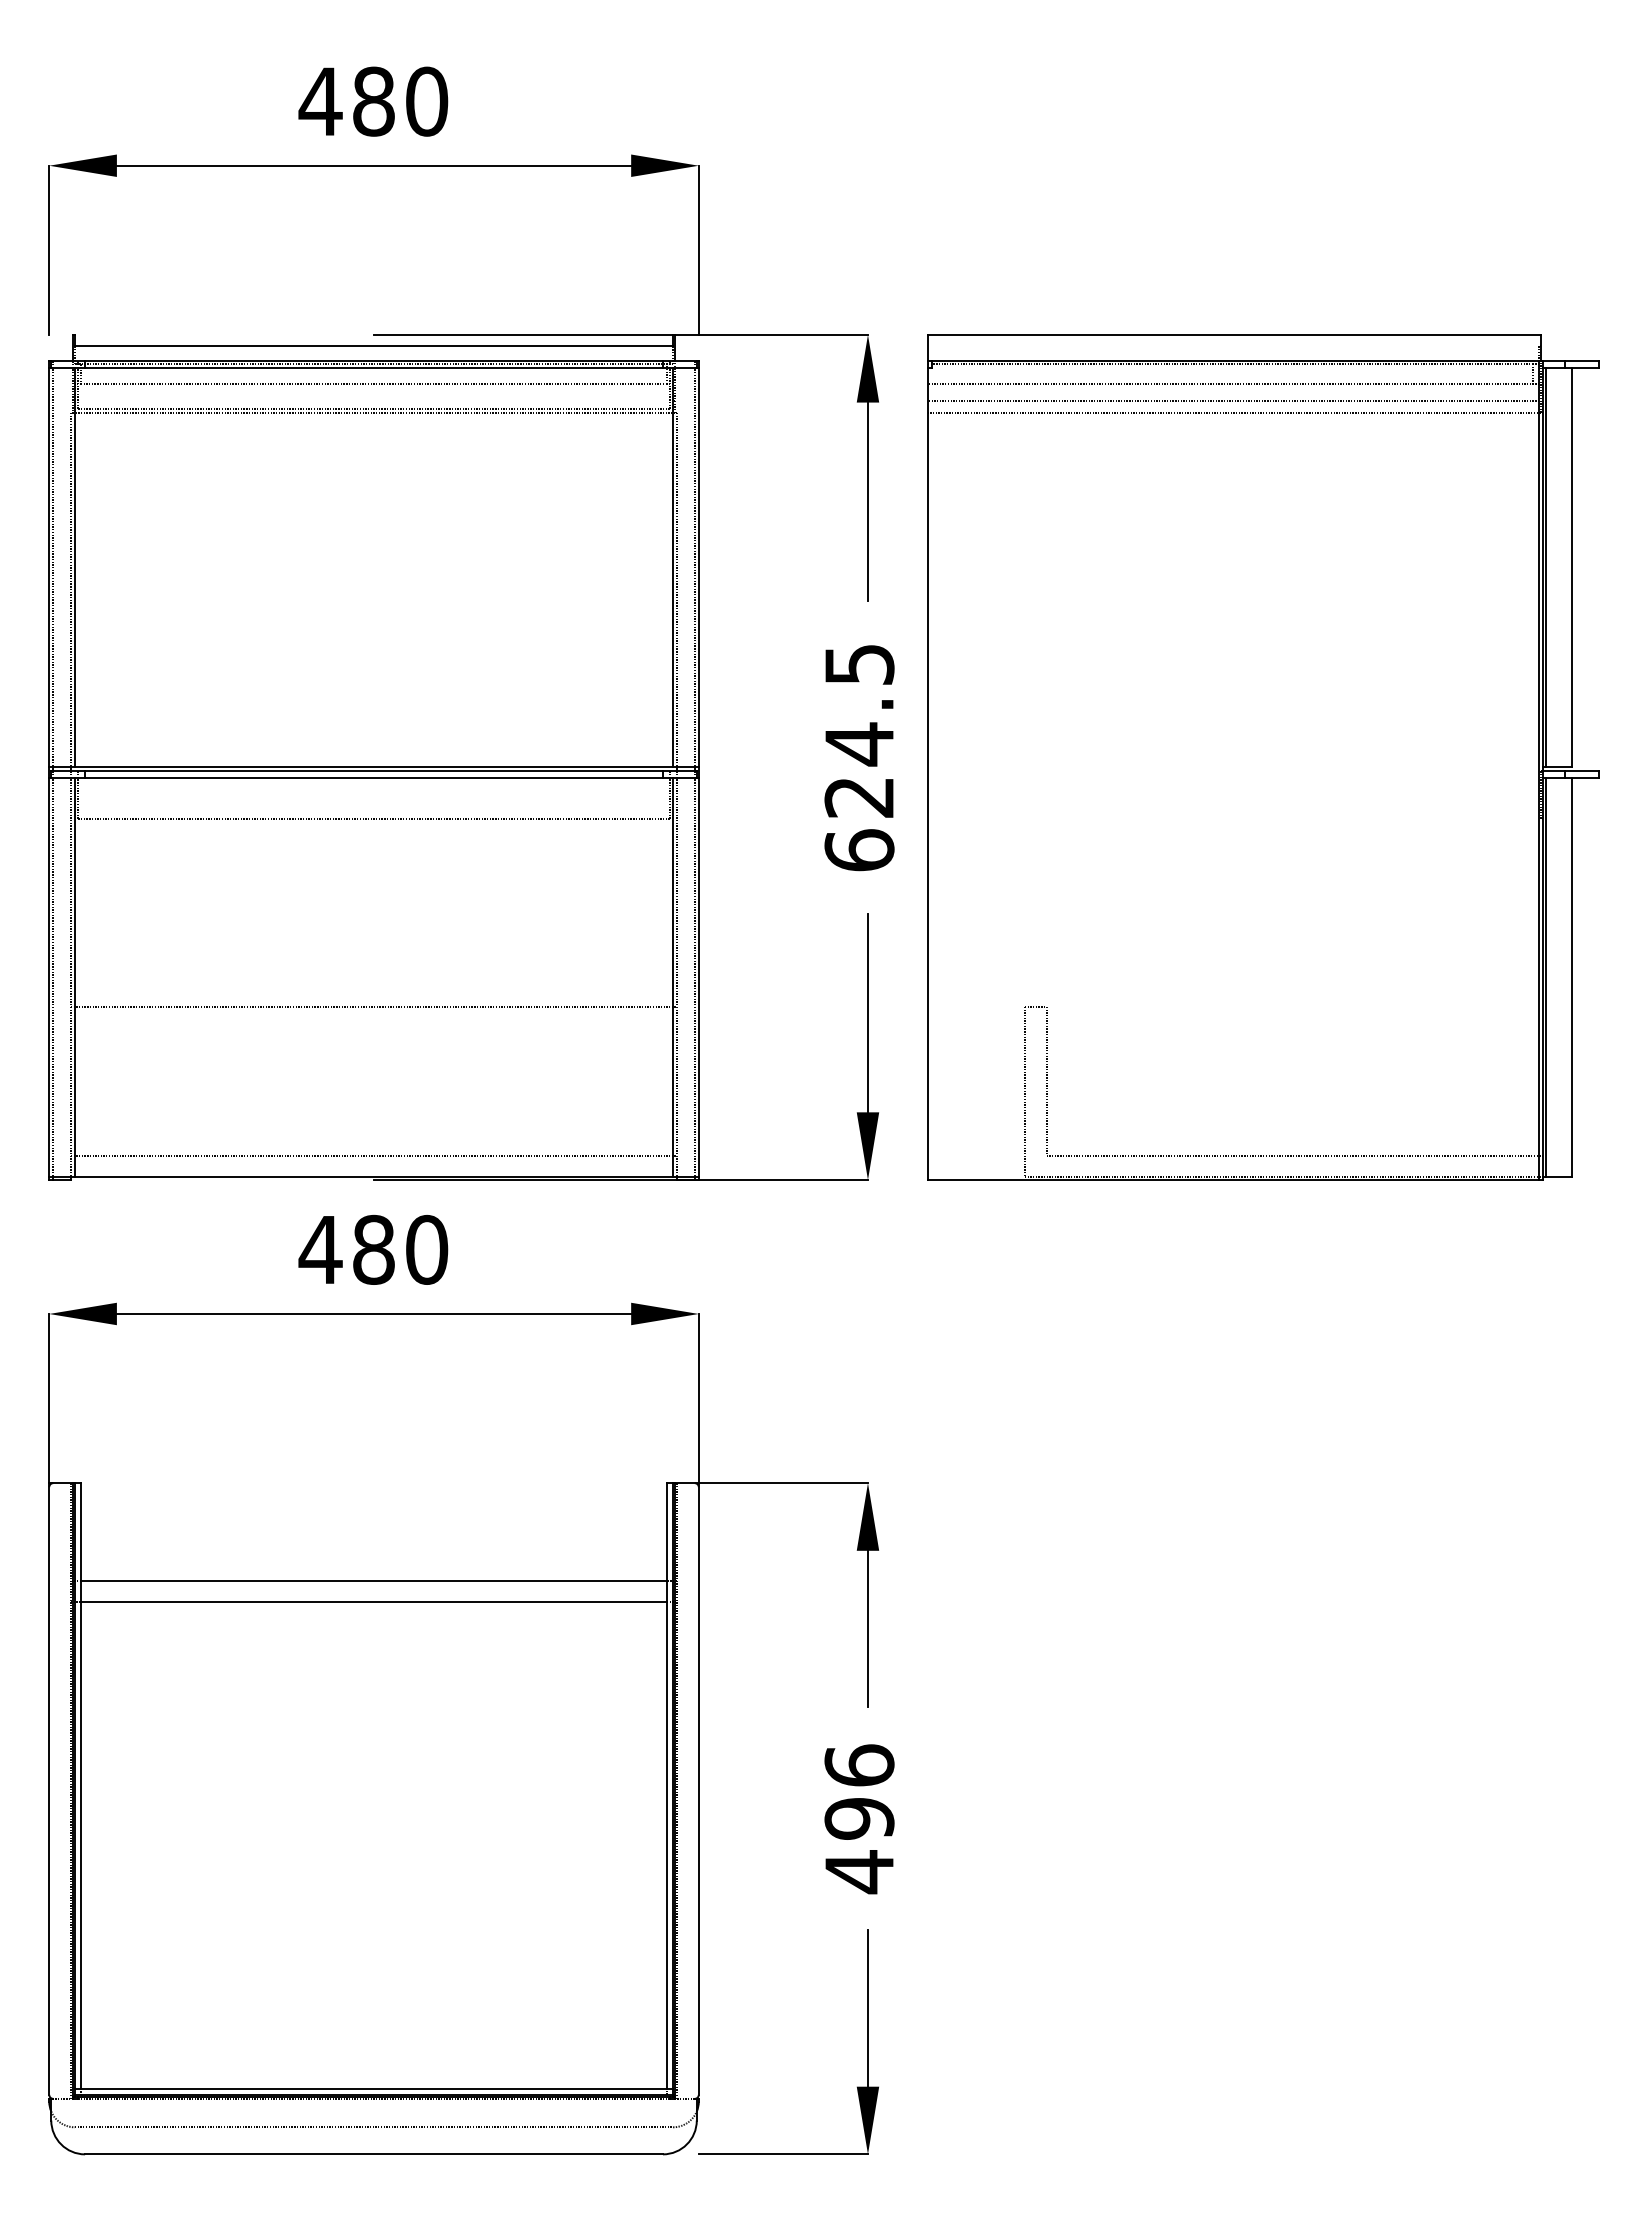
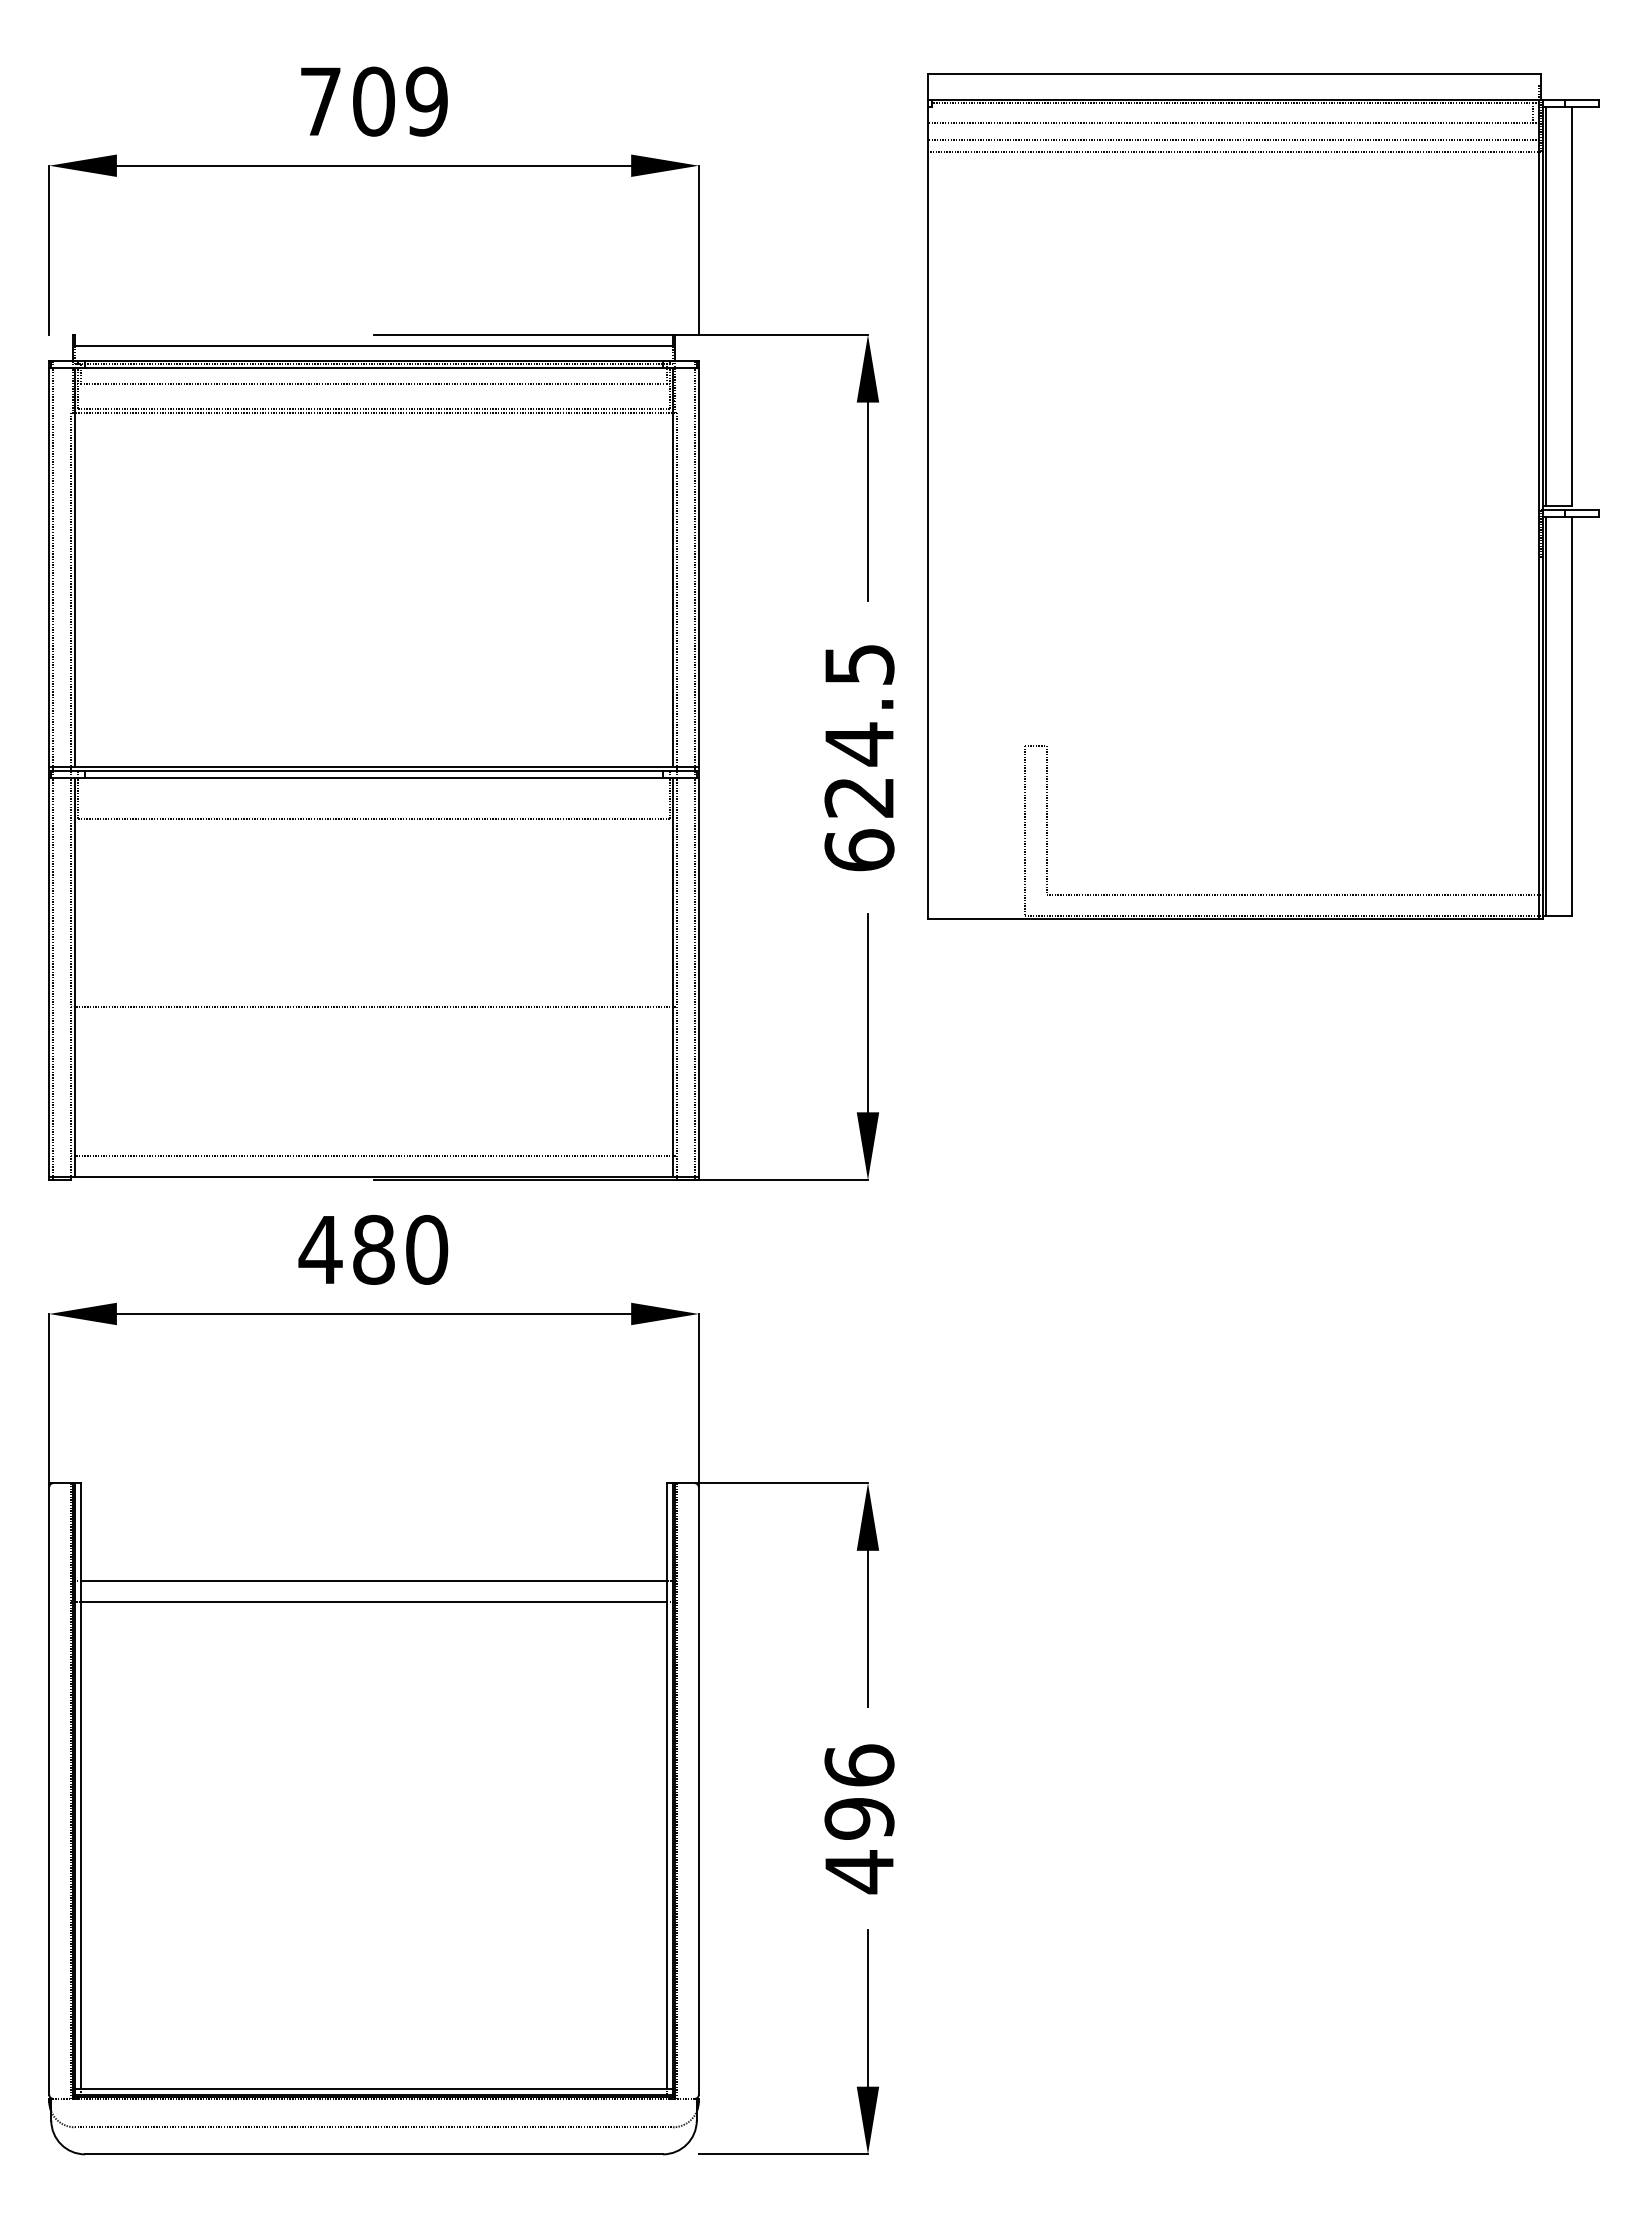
text at (373, 101): 480 -> 709
part at (1263, 757) position: (1263, 757) -> (1263, 496)
